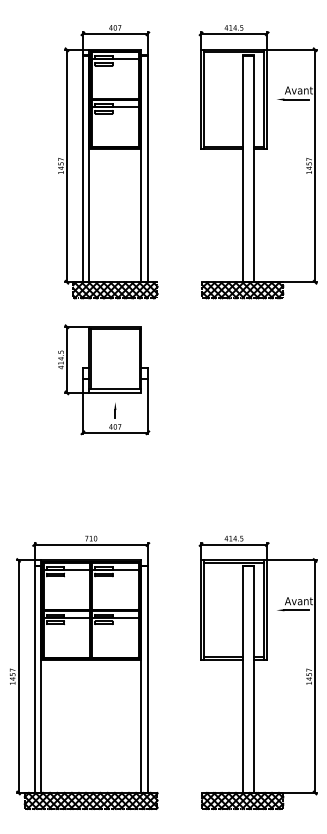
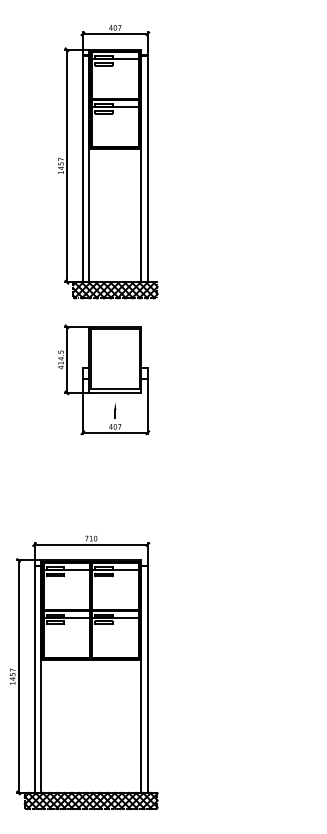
part at (257, 162): present -> none
part at (257, 672): present -> none
